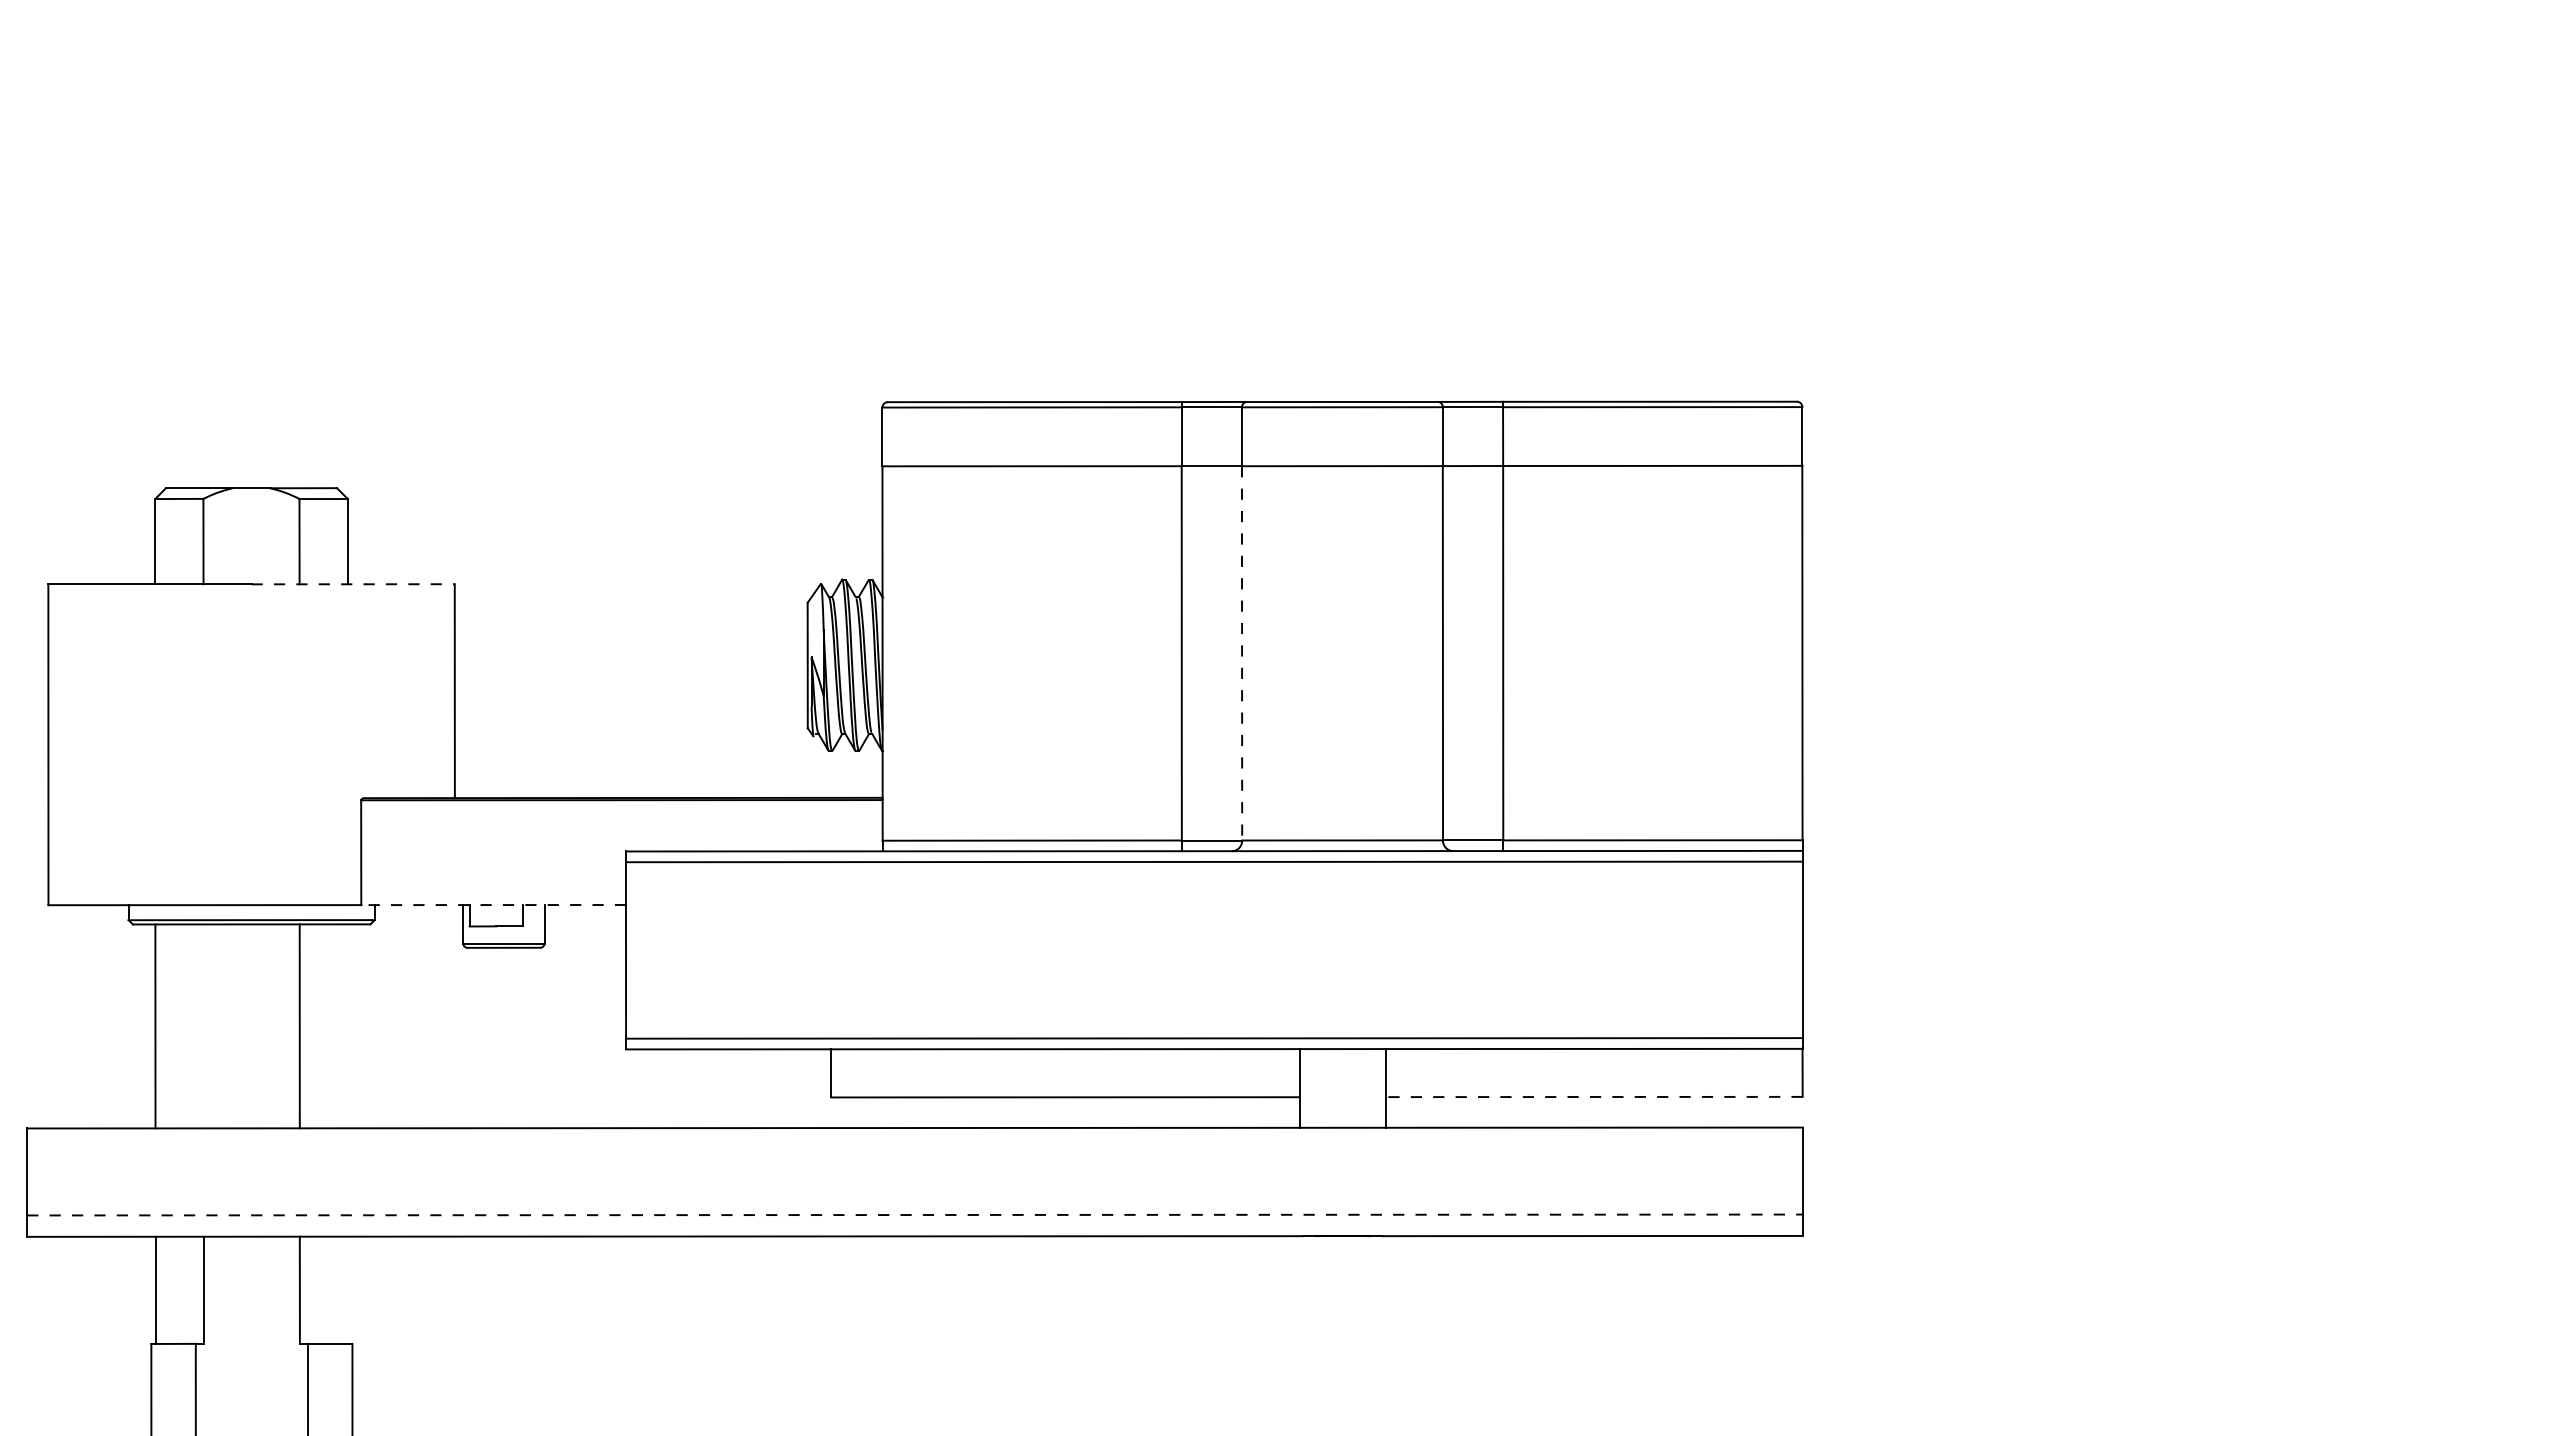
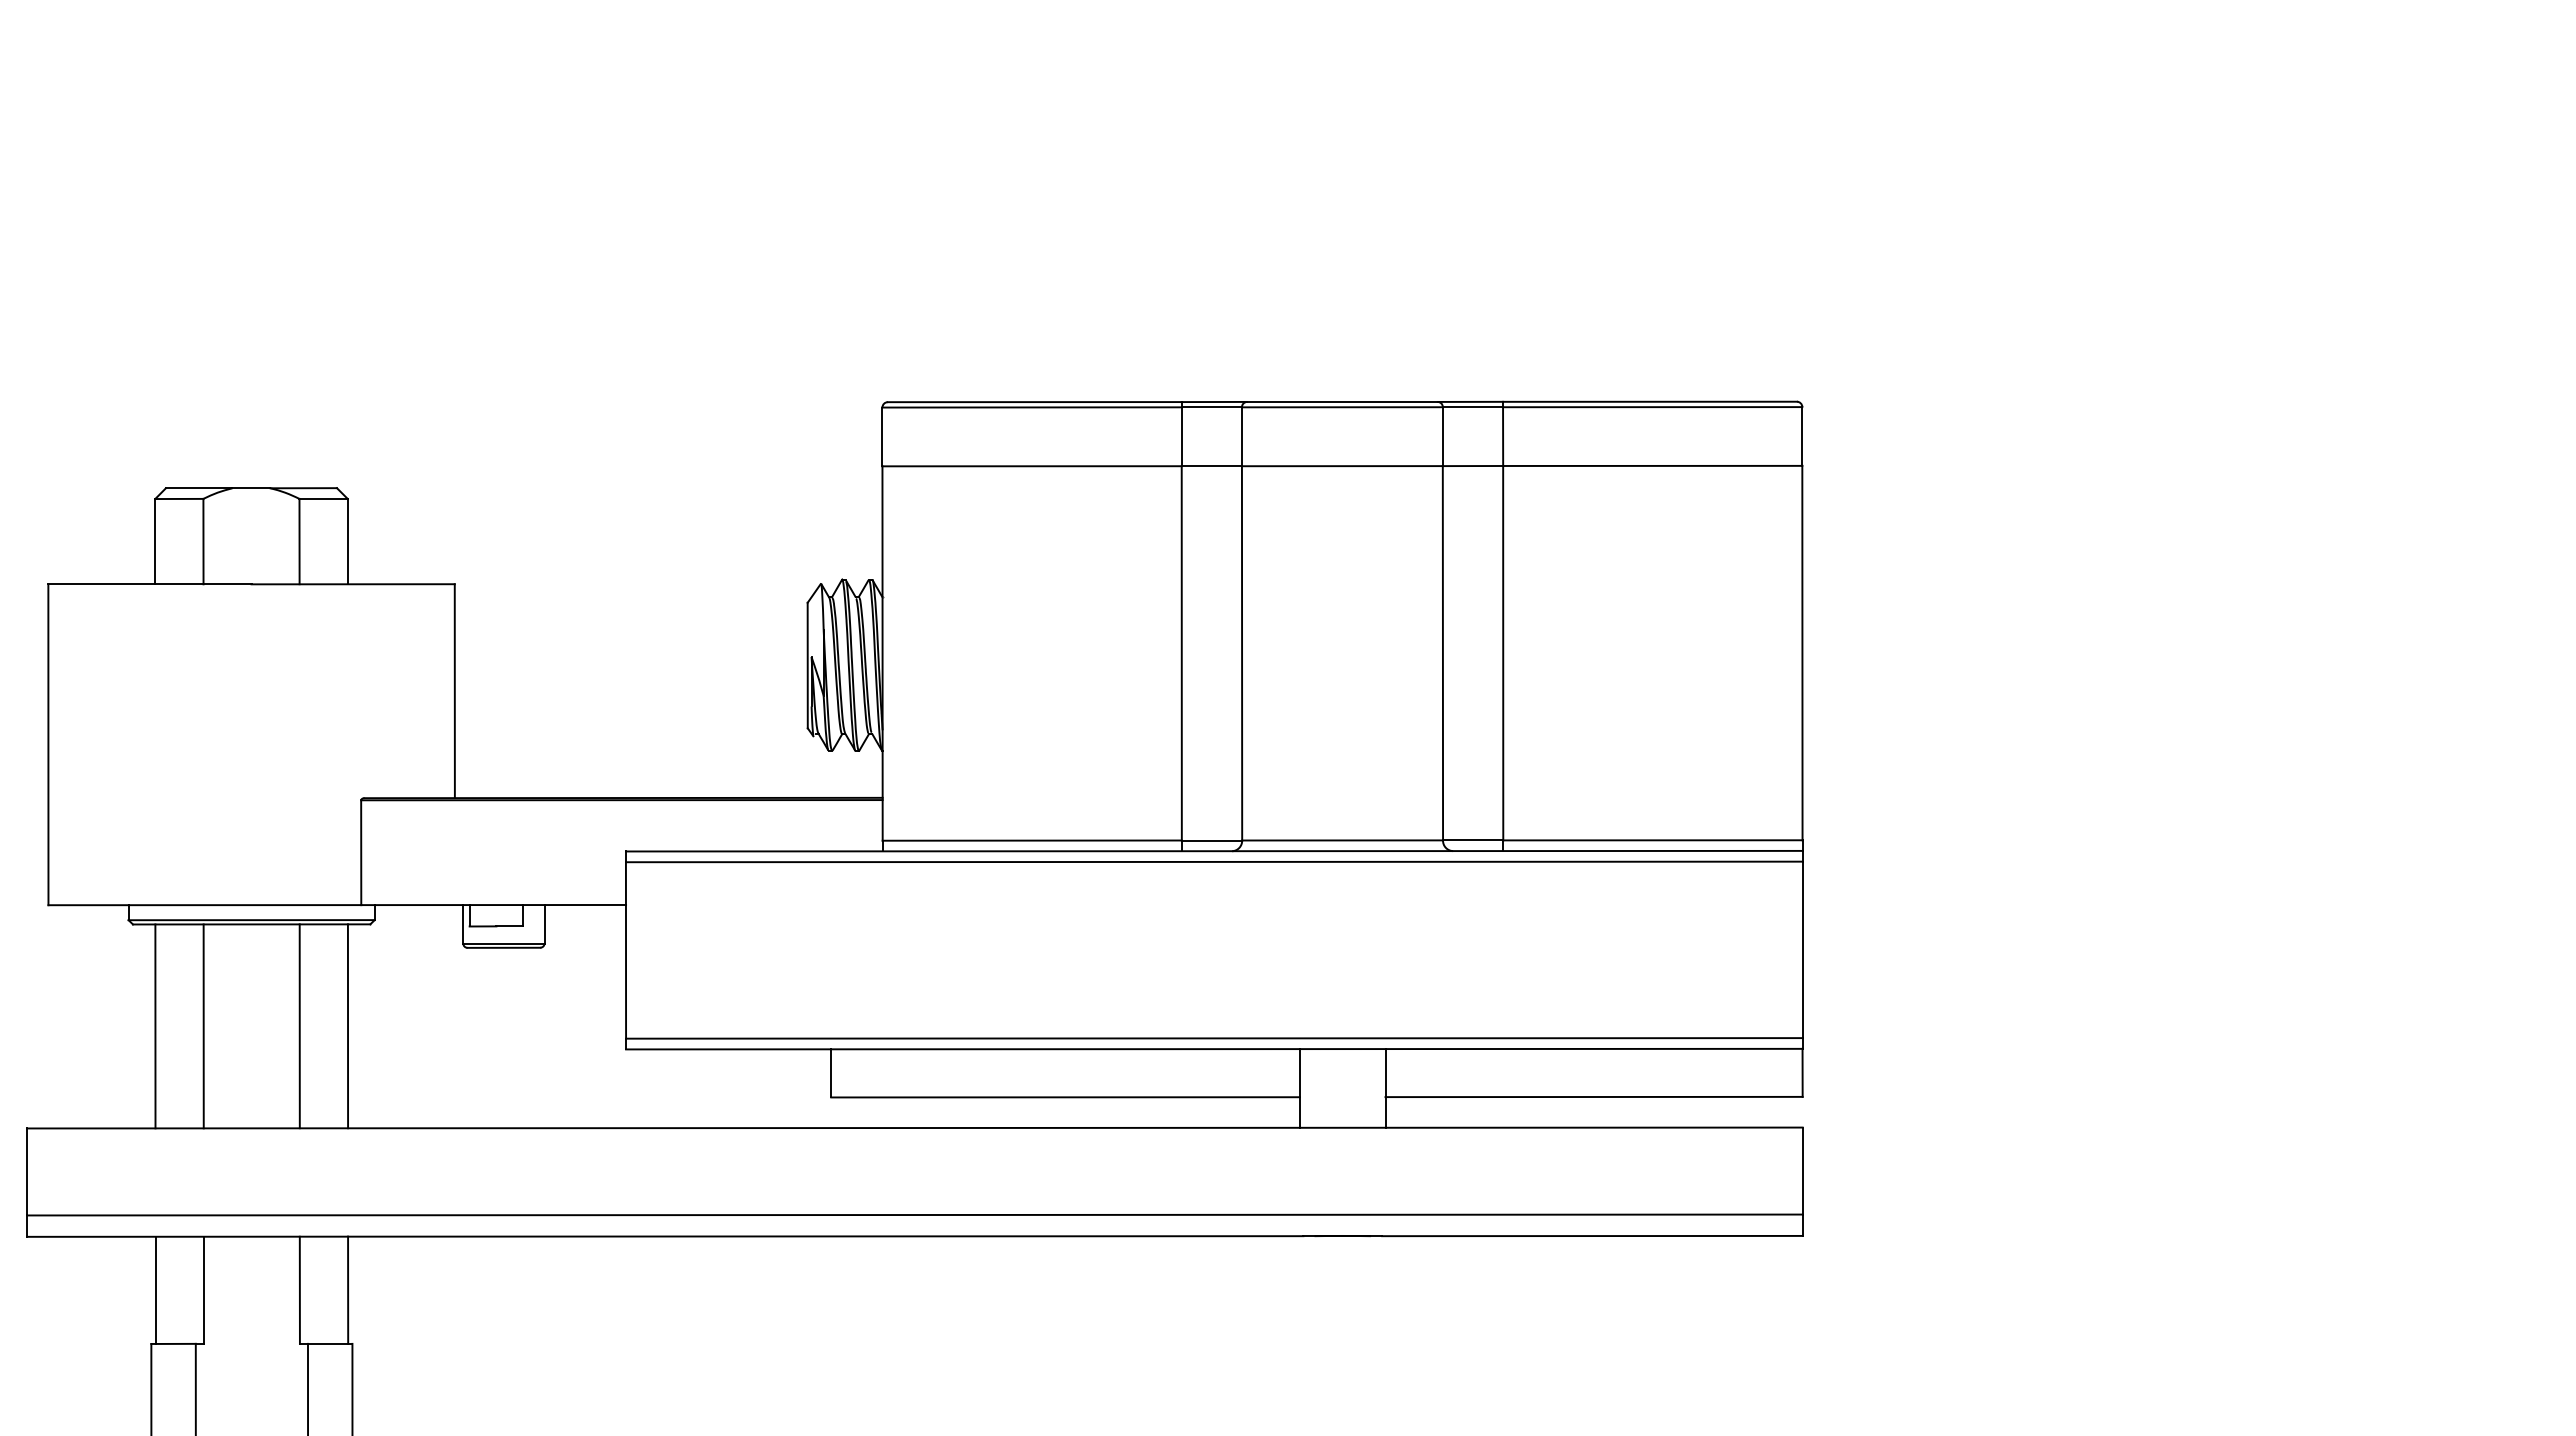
line at (353, 584): dashed -> solid
line at (1242, 653): dashed -> solid
line at (493, 905): dashed -> solid
line at (203, 1026): none -> present
line at (347, 1026): none -> present
line at (1594, 1097): dashed -> solid
line at (914, 1215): dashed -> solid
line at (348, 1289): none -> present
